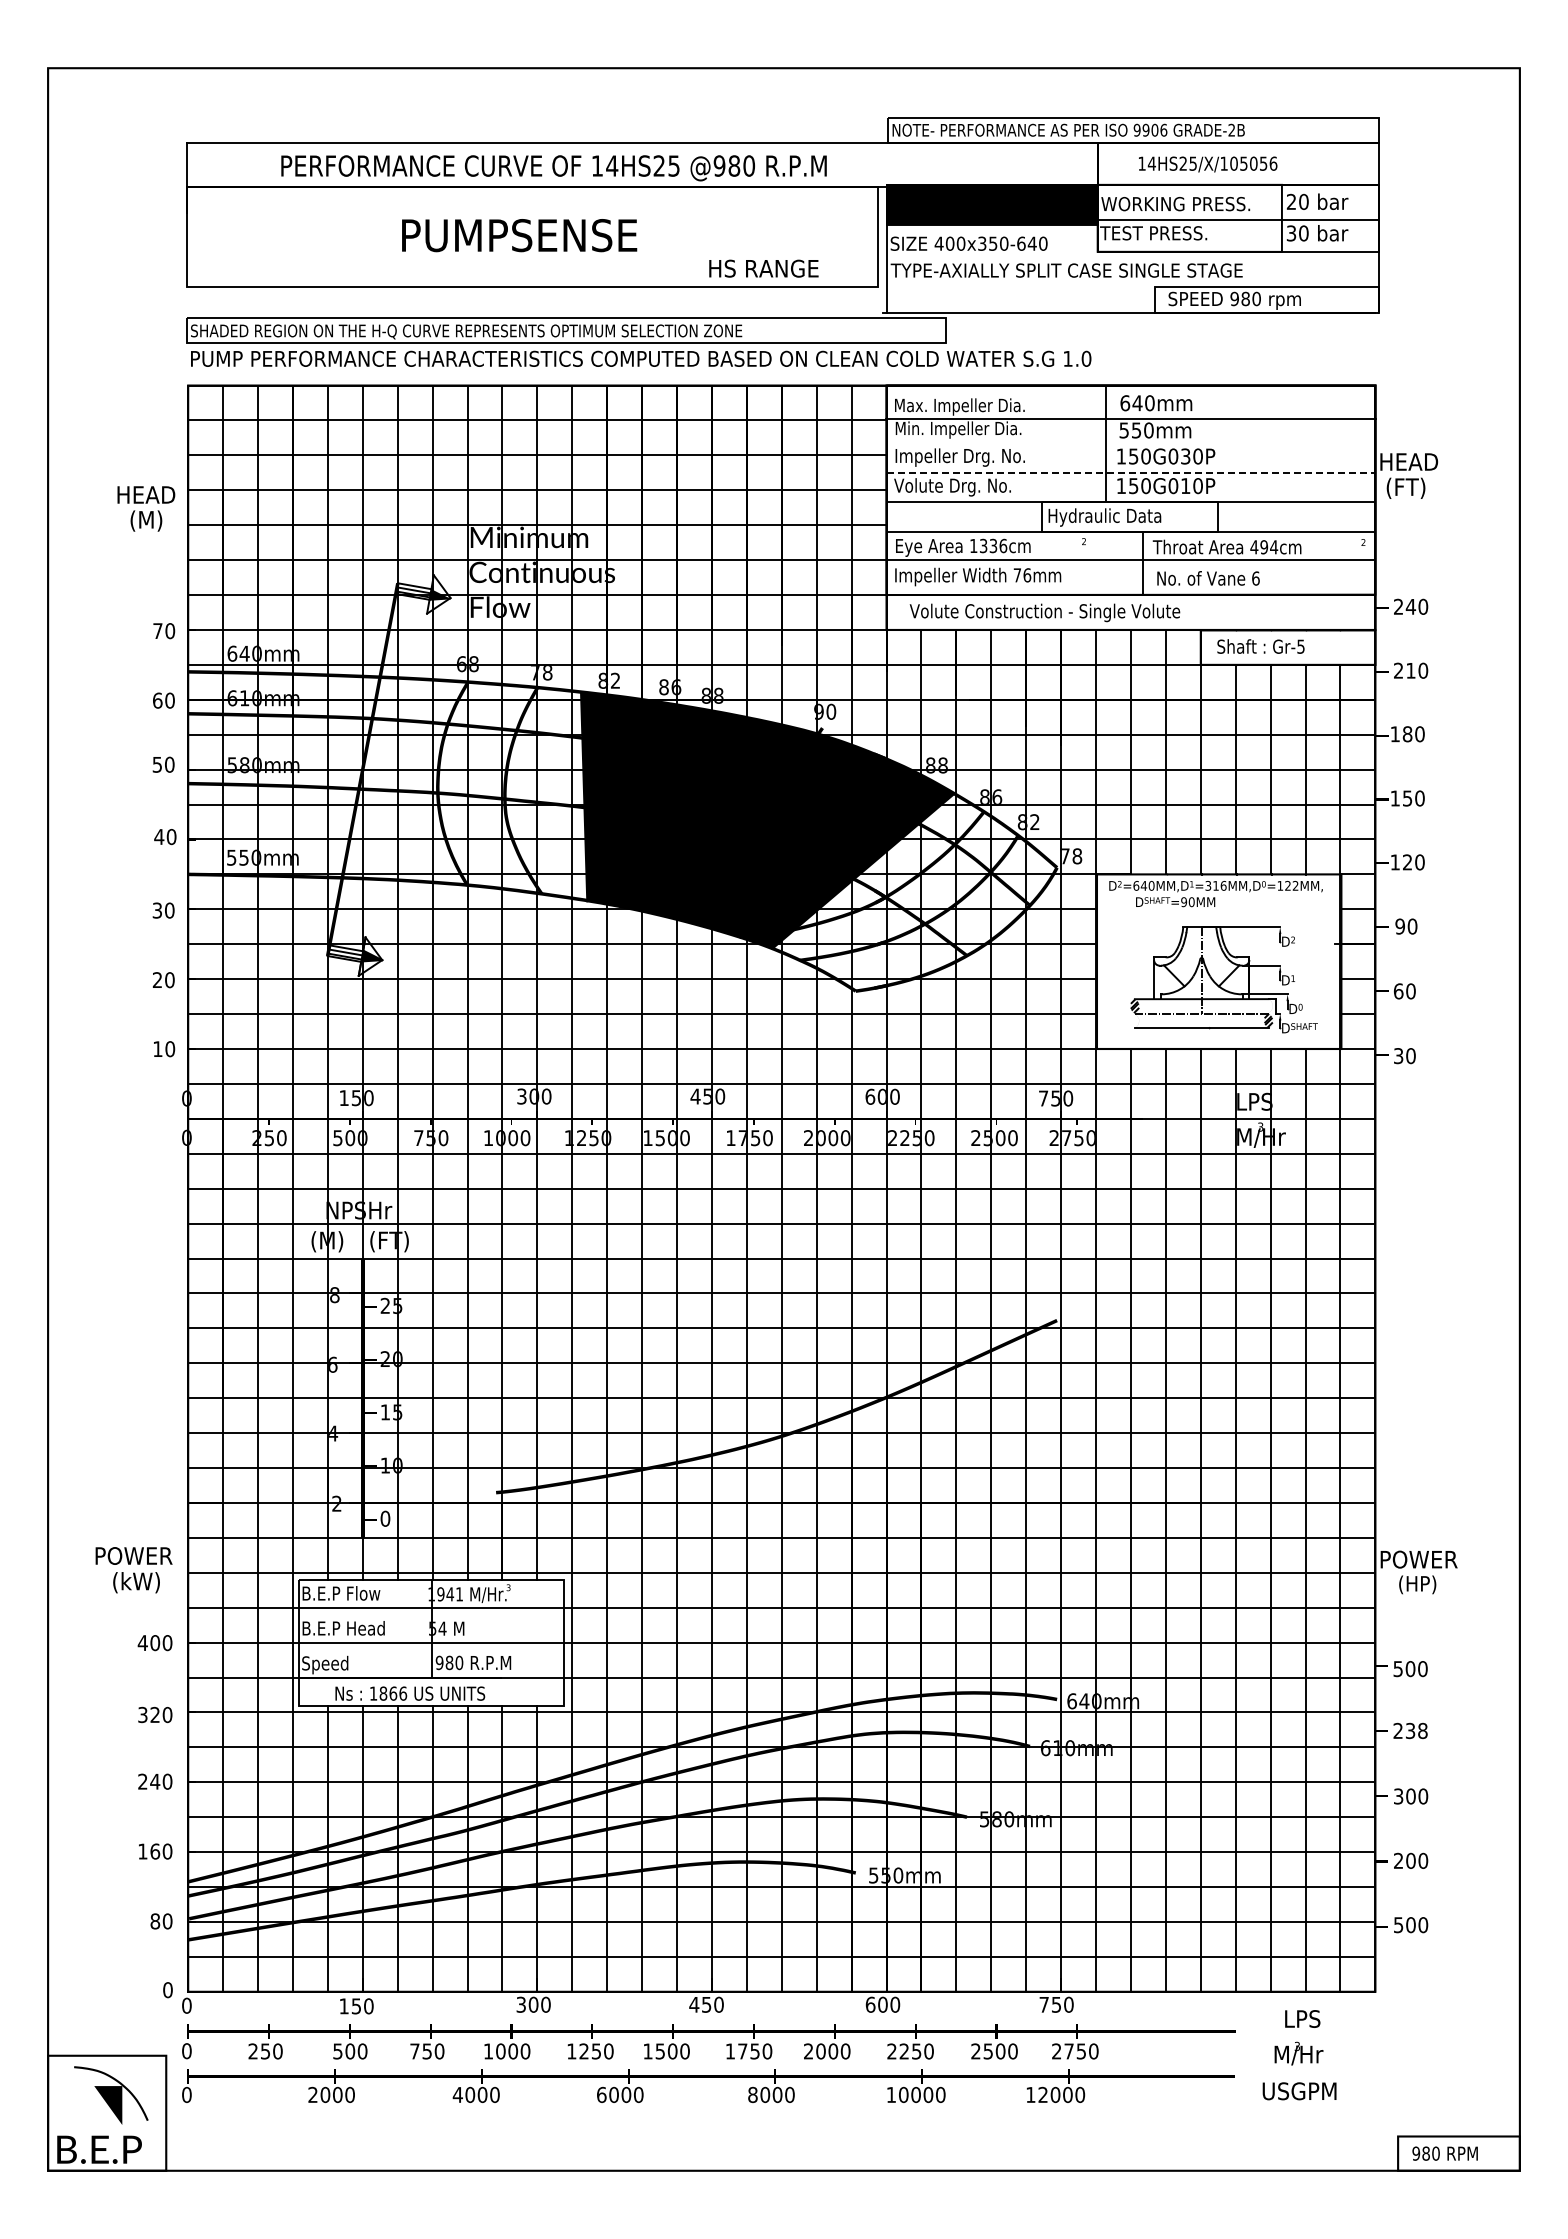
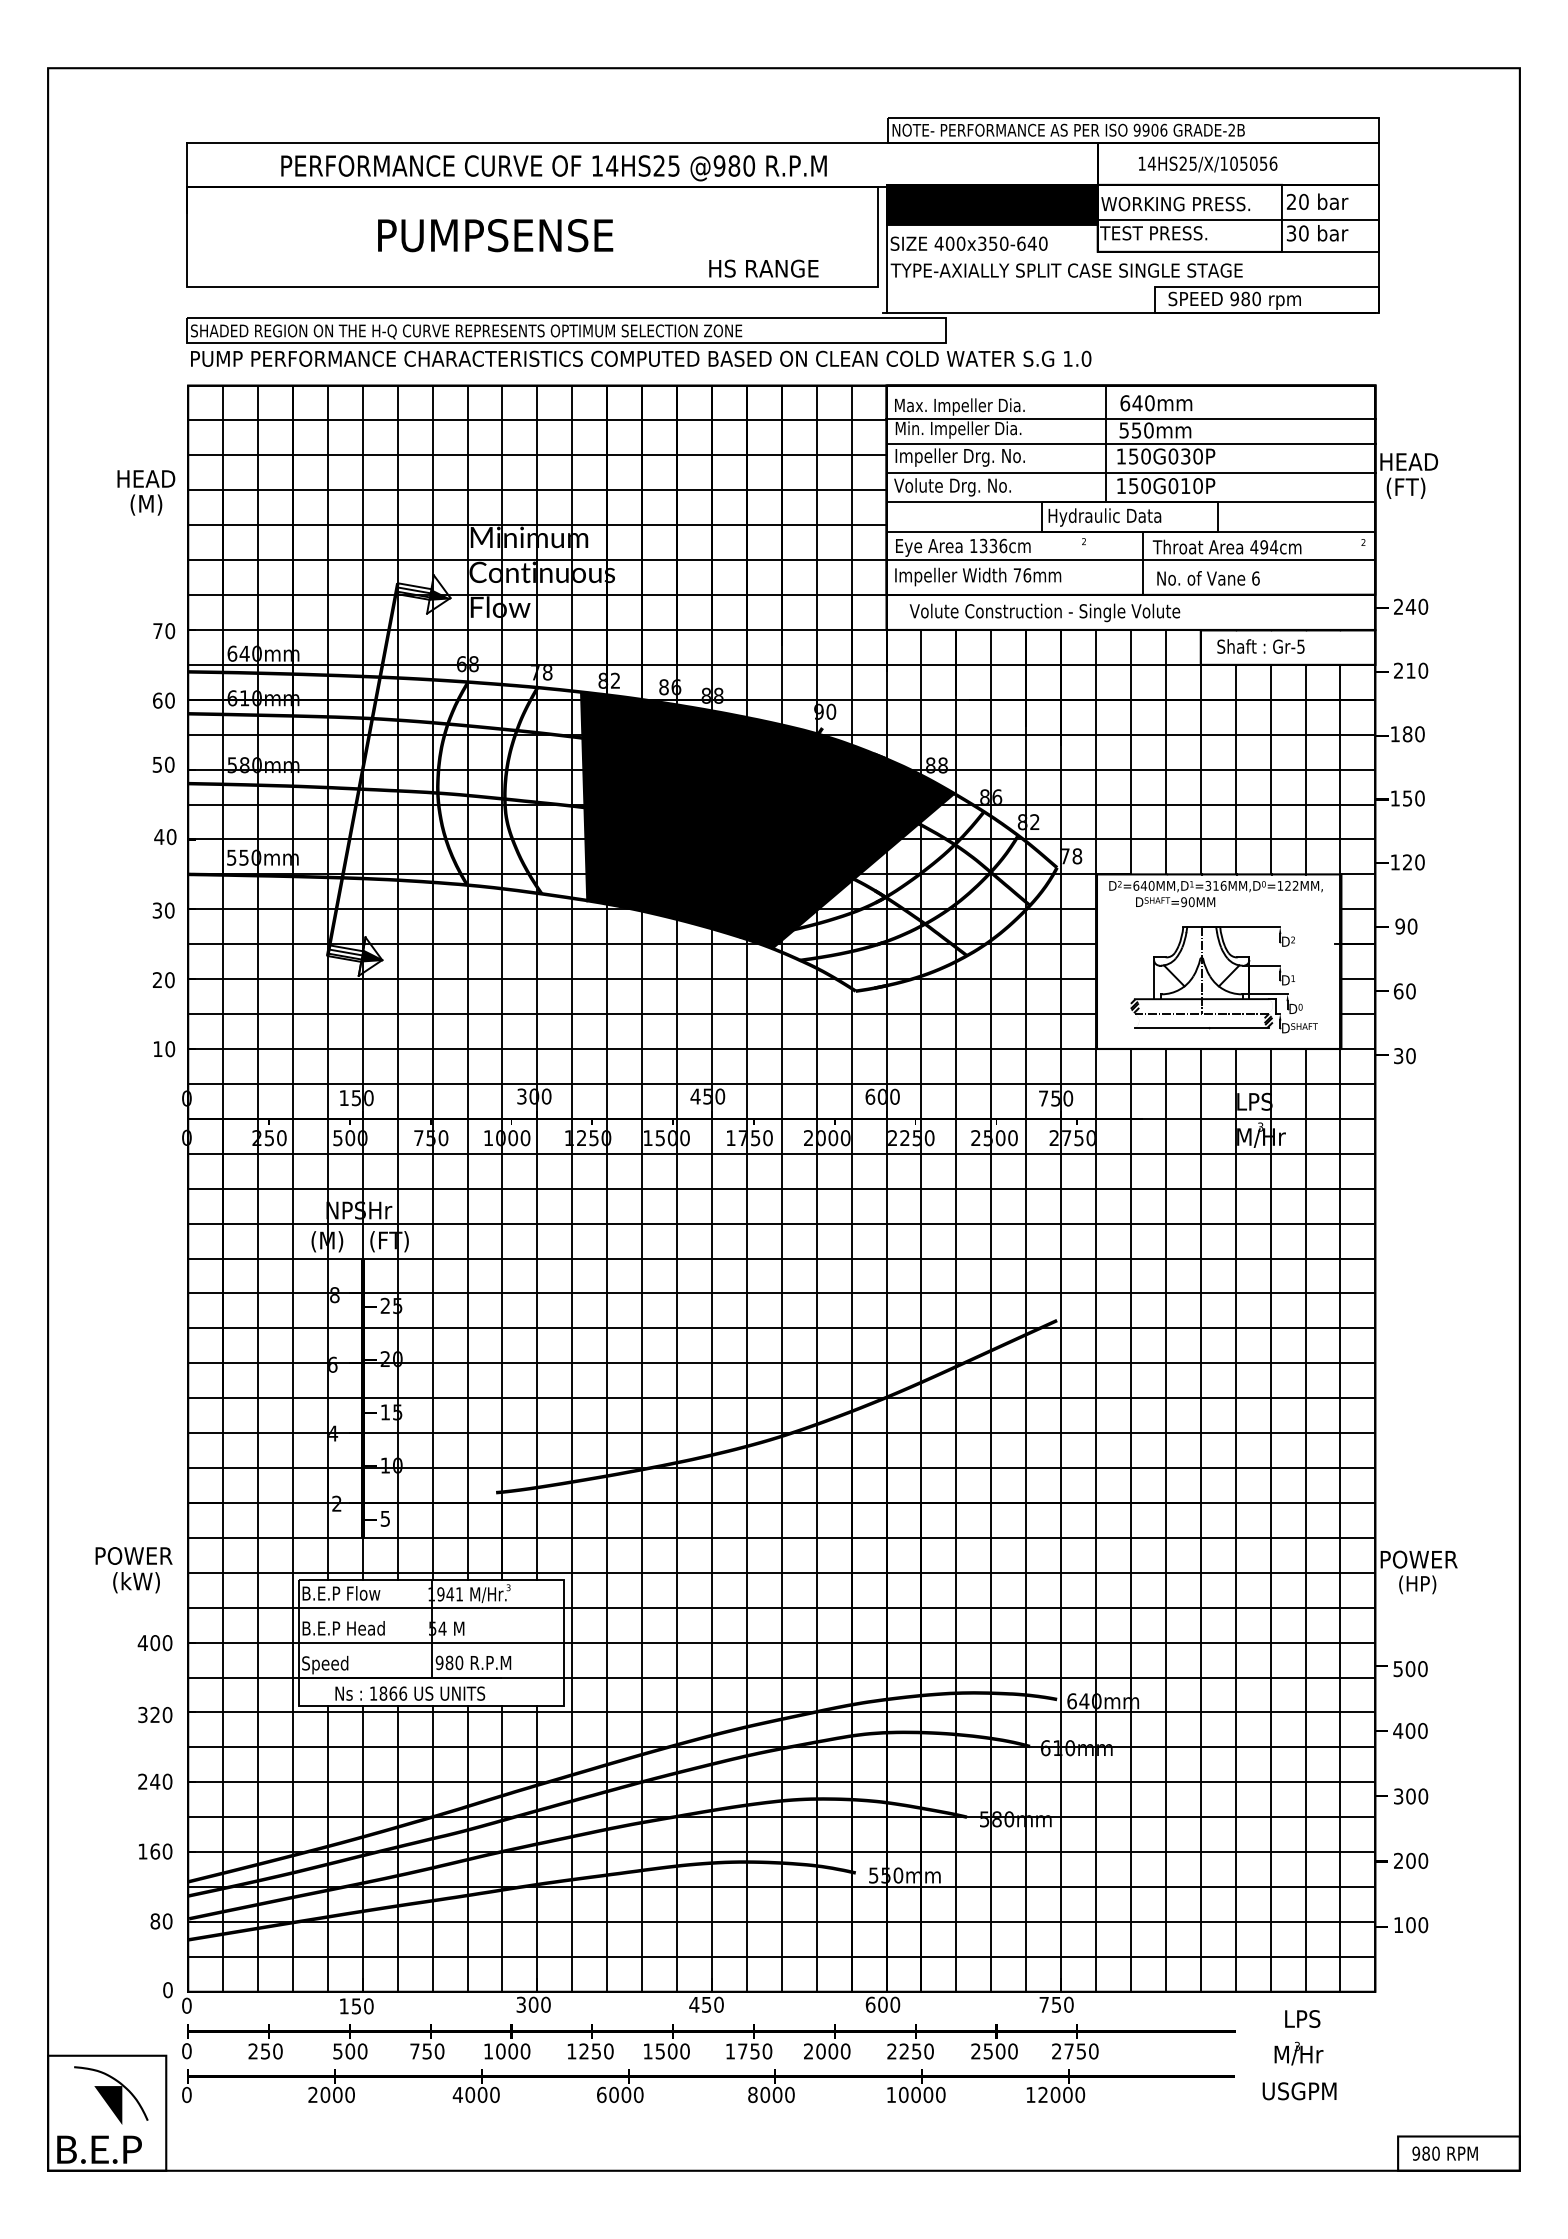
text at (519, 235) position: (519, 235) -> (495, 235)
line at (1131, 443): none -> present
line at (1131, 472): dashed -> solid
text at (146, 508) position: (146, 508) -> (146, 492)
text at (385, 1518): 0 -> 5
text at (1410, 1730): 238 -> 400
text at (1398, 1925): 500 -> 100
